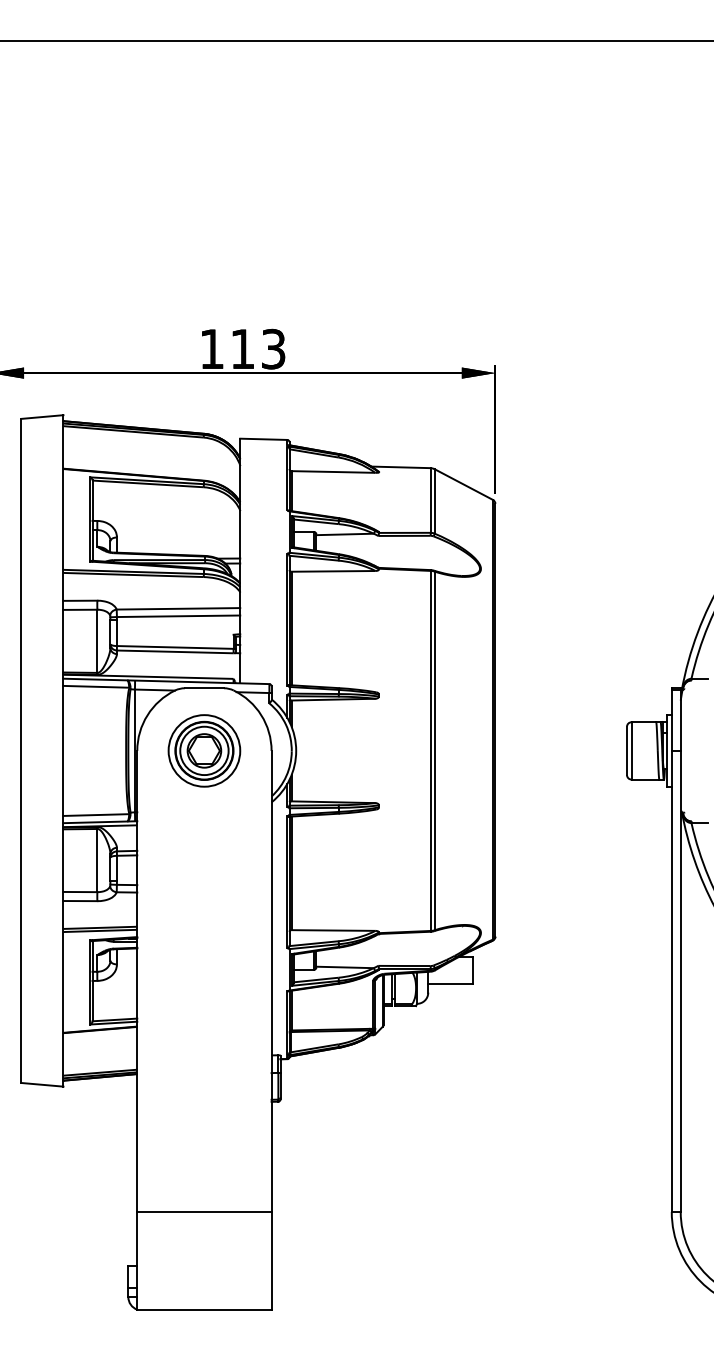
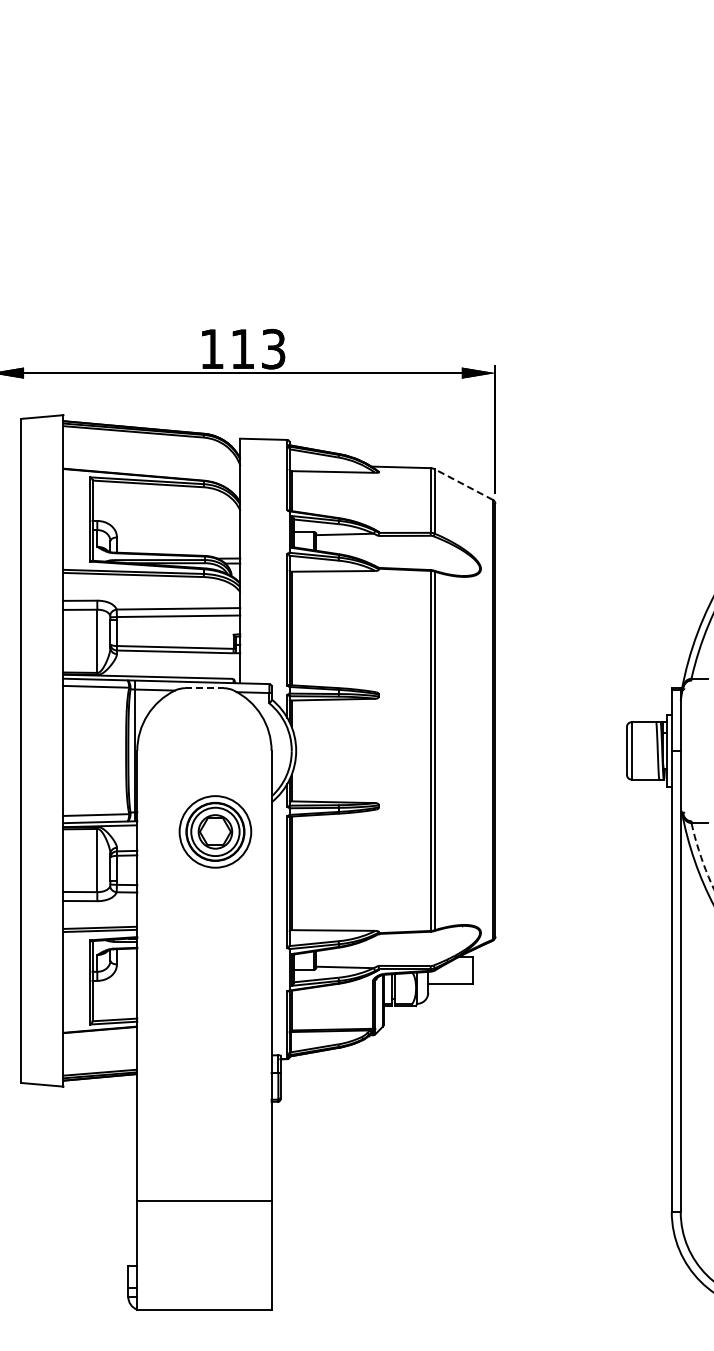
line at (356, 40): present -> none
line at (463, 484): solid -> dashed
line at (204, 688): solid -> dashed
part at (204, 750) position: (204, 750) -> (215, 831)
arc at (701, 856): solid -> dashed
line at (204, 1211) position: (204, 1211) -> (204, 1200)
